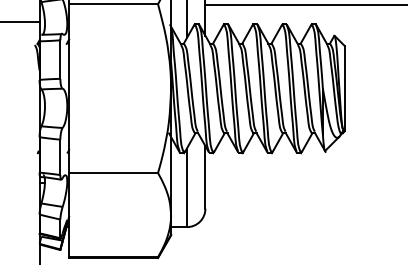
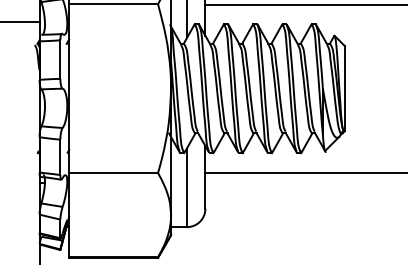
line at (304, 173): none -> present
